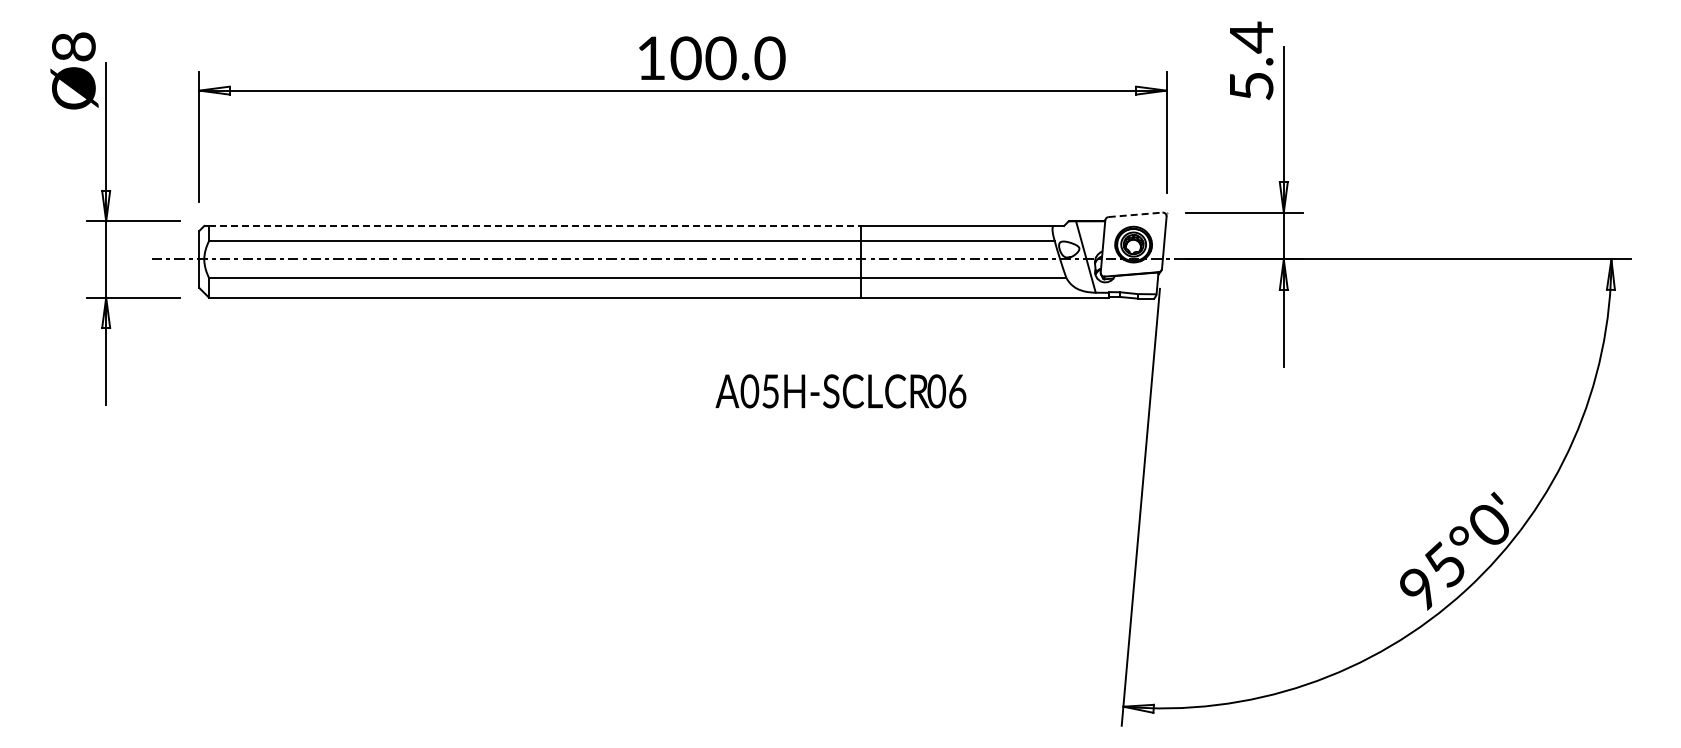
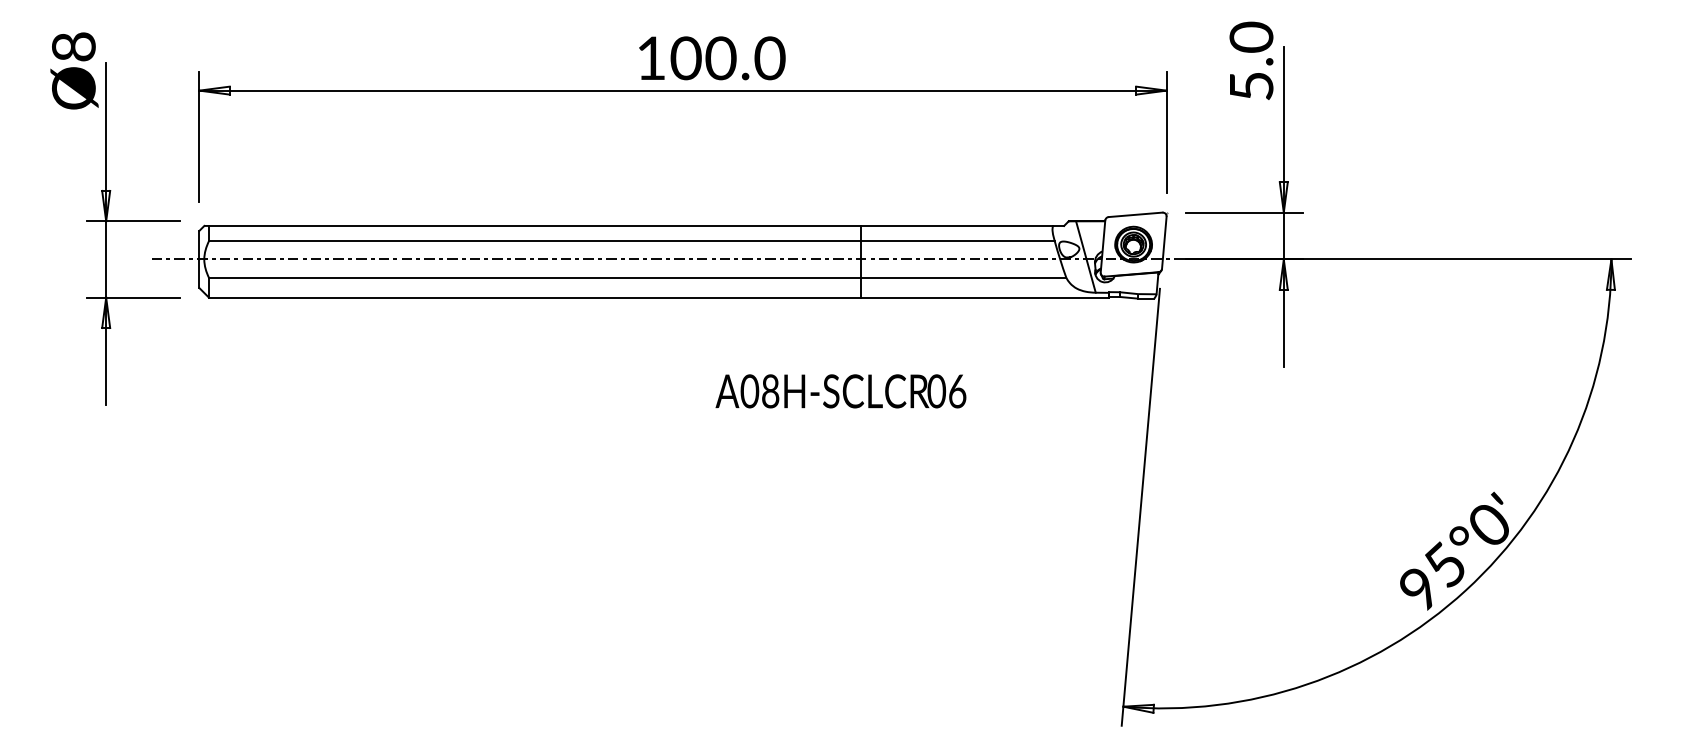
text at (1251, 37): 5.4 -> 5.0
line at (1135, 214): dashed -> solid
line at (535, 225): dashed -> solid
text at (770, 391): A05H-SCLCR -> A08H-SCLCR
